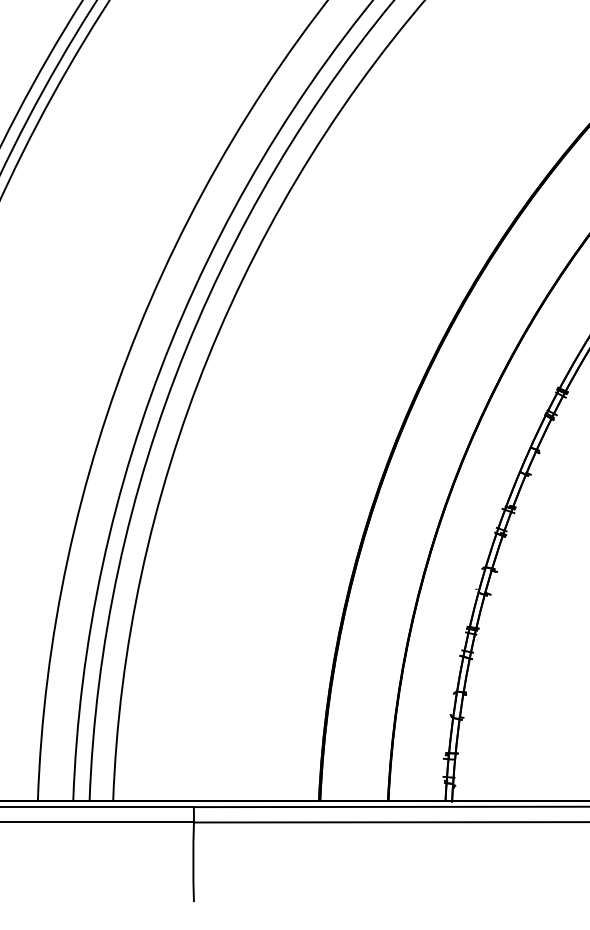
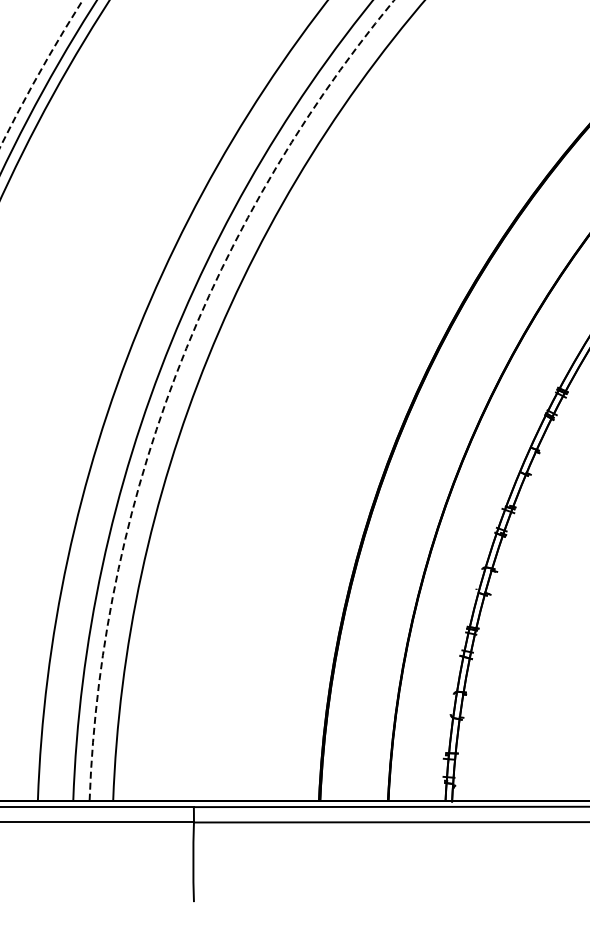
arc at (39, 73): solid -> dashed
arc at (175, 375): solid -> dashed
